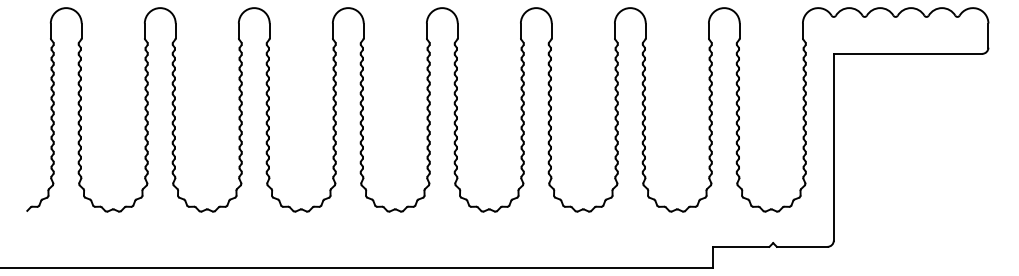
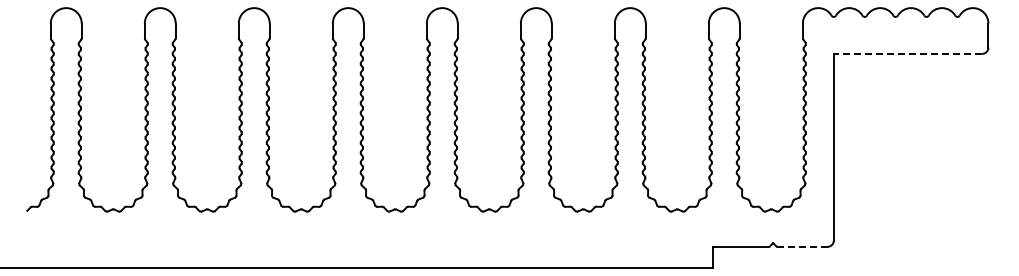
line at (907, 53): solid -> dashed
line at (801, 246): solid -> dashed
